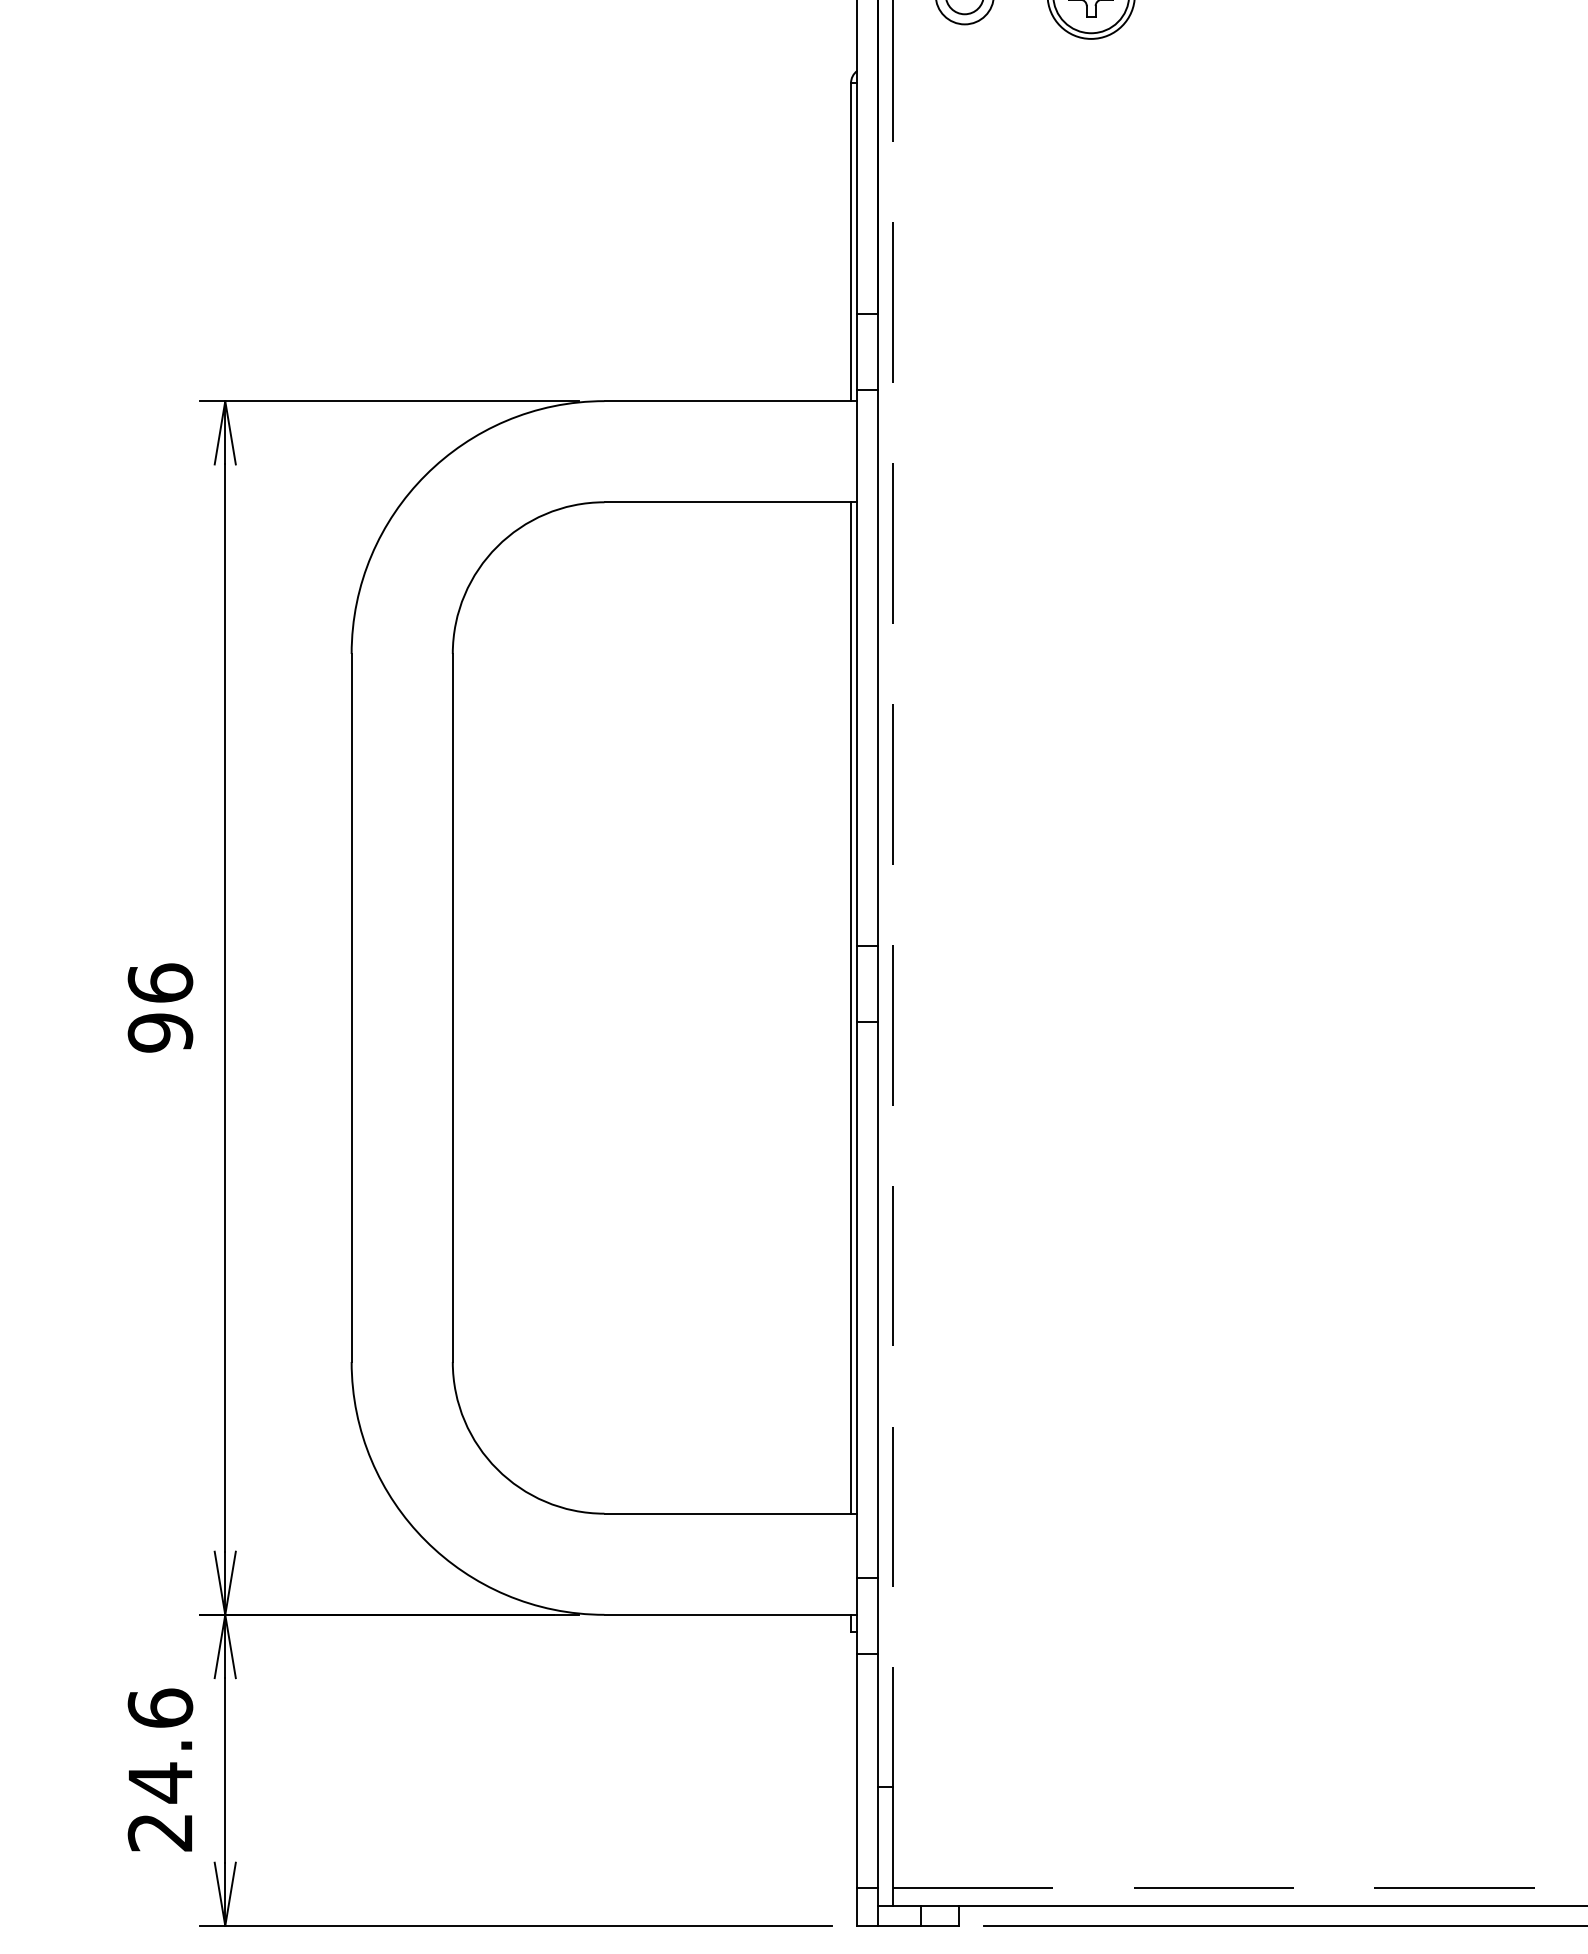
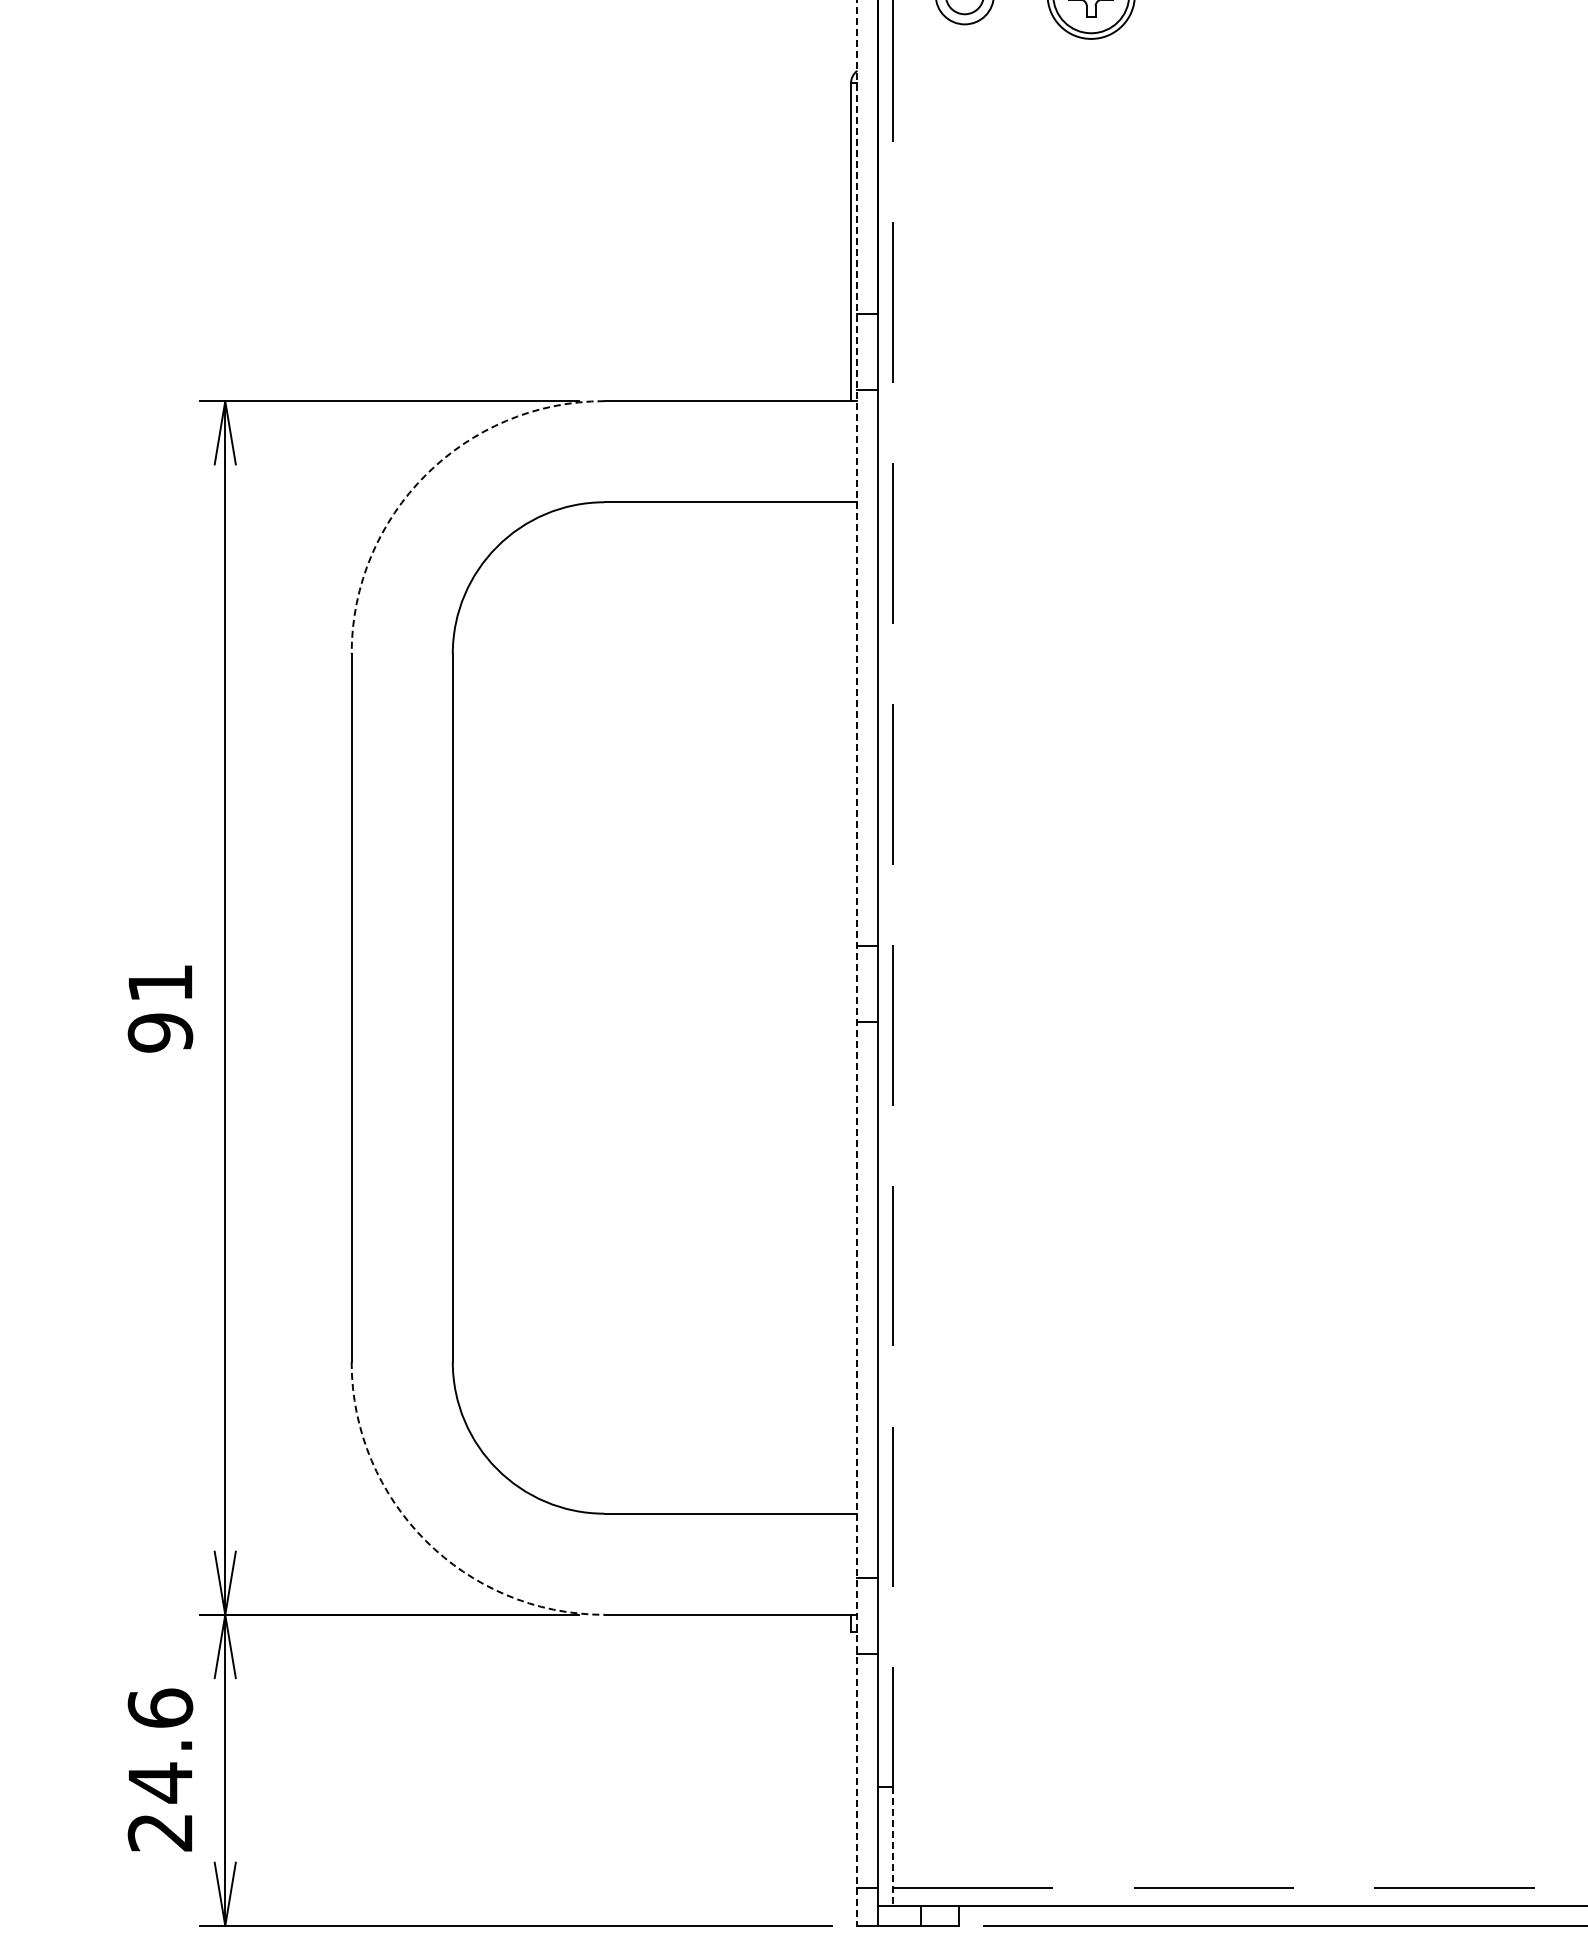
arc at (425, 475): solid -> dashed
line at (857, 962): solid -> dashed
text at (160, 982): 96 -> 91
line at (851, 1007): present -> none
arc at (425, 1540): solid -> dashed
line at (892, 1846): solid -> dashed
